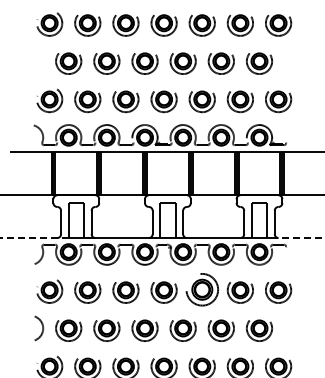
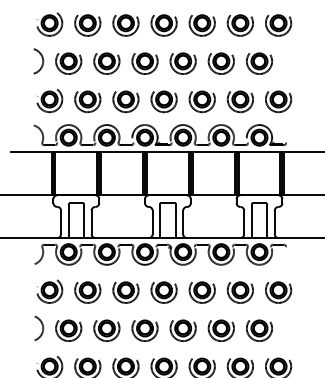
arc at (42, 61): none -> present
line at (33, 238): dashed -> solid
line at (297, 238): dashed -> solid
part at (201, 289) size: 34x34 px -> 28x23 px
